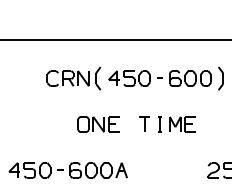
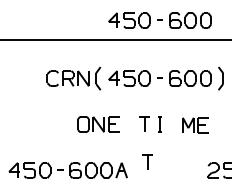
part at (159, 20): none -> present
part at (182, 124) position: (182, 124) -> (195, 125)
part at (147, 161): none -> present
